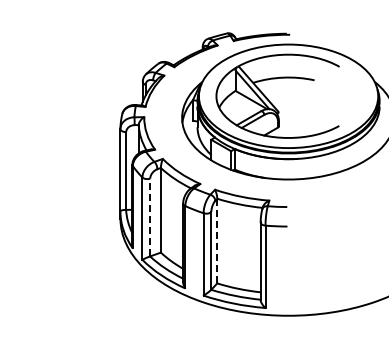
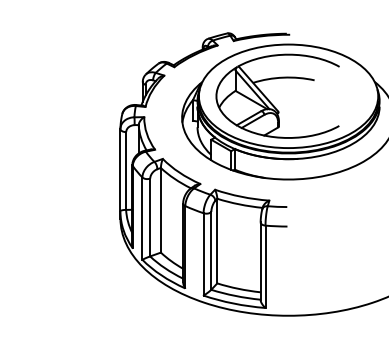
line at (150, 217): dashed -> solid
line at (217, 241): dashed -> solid
